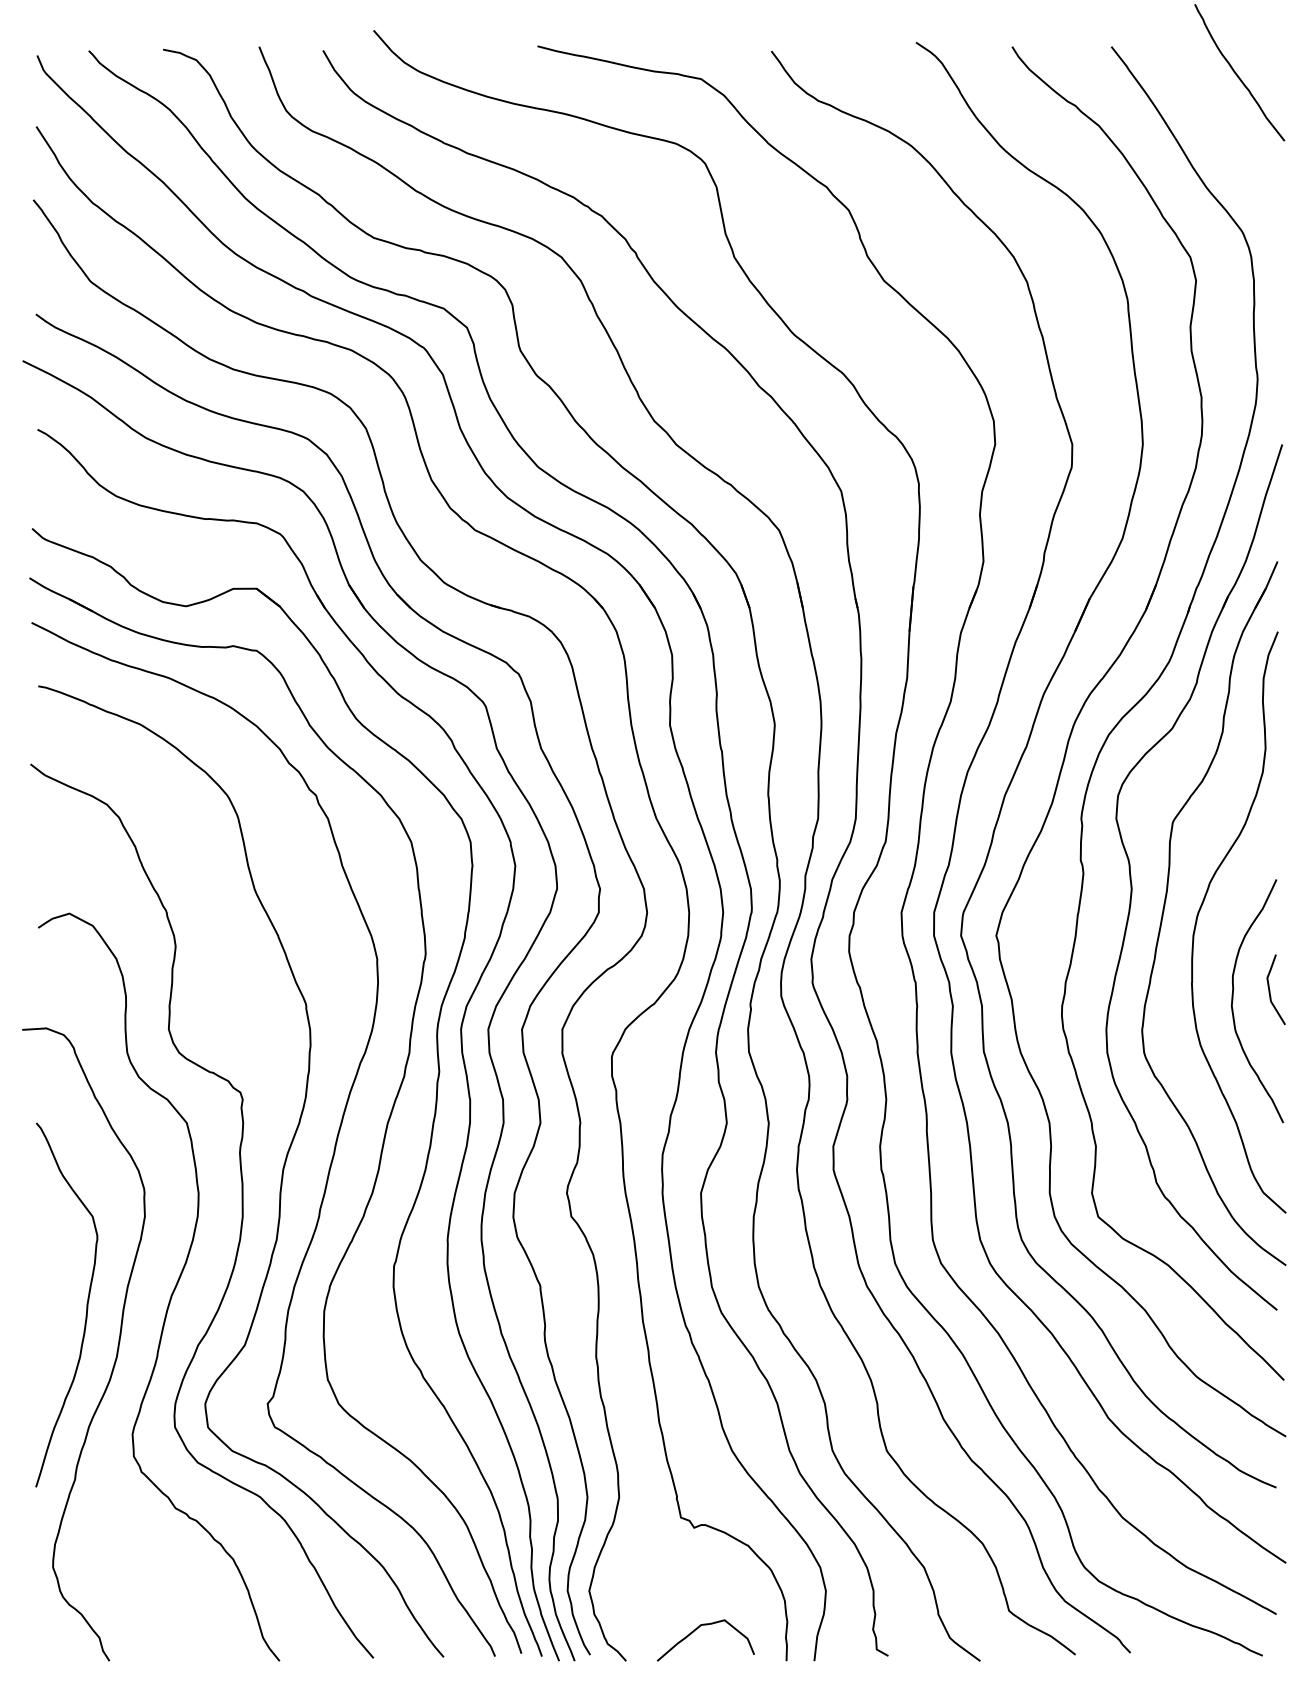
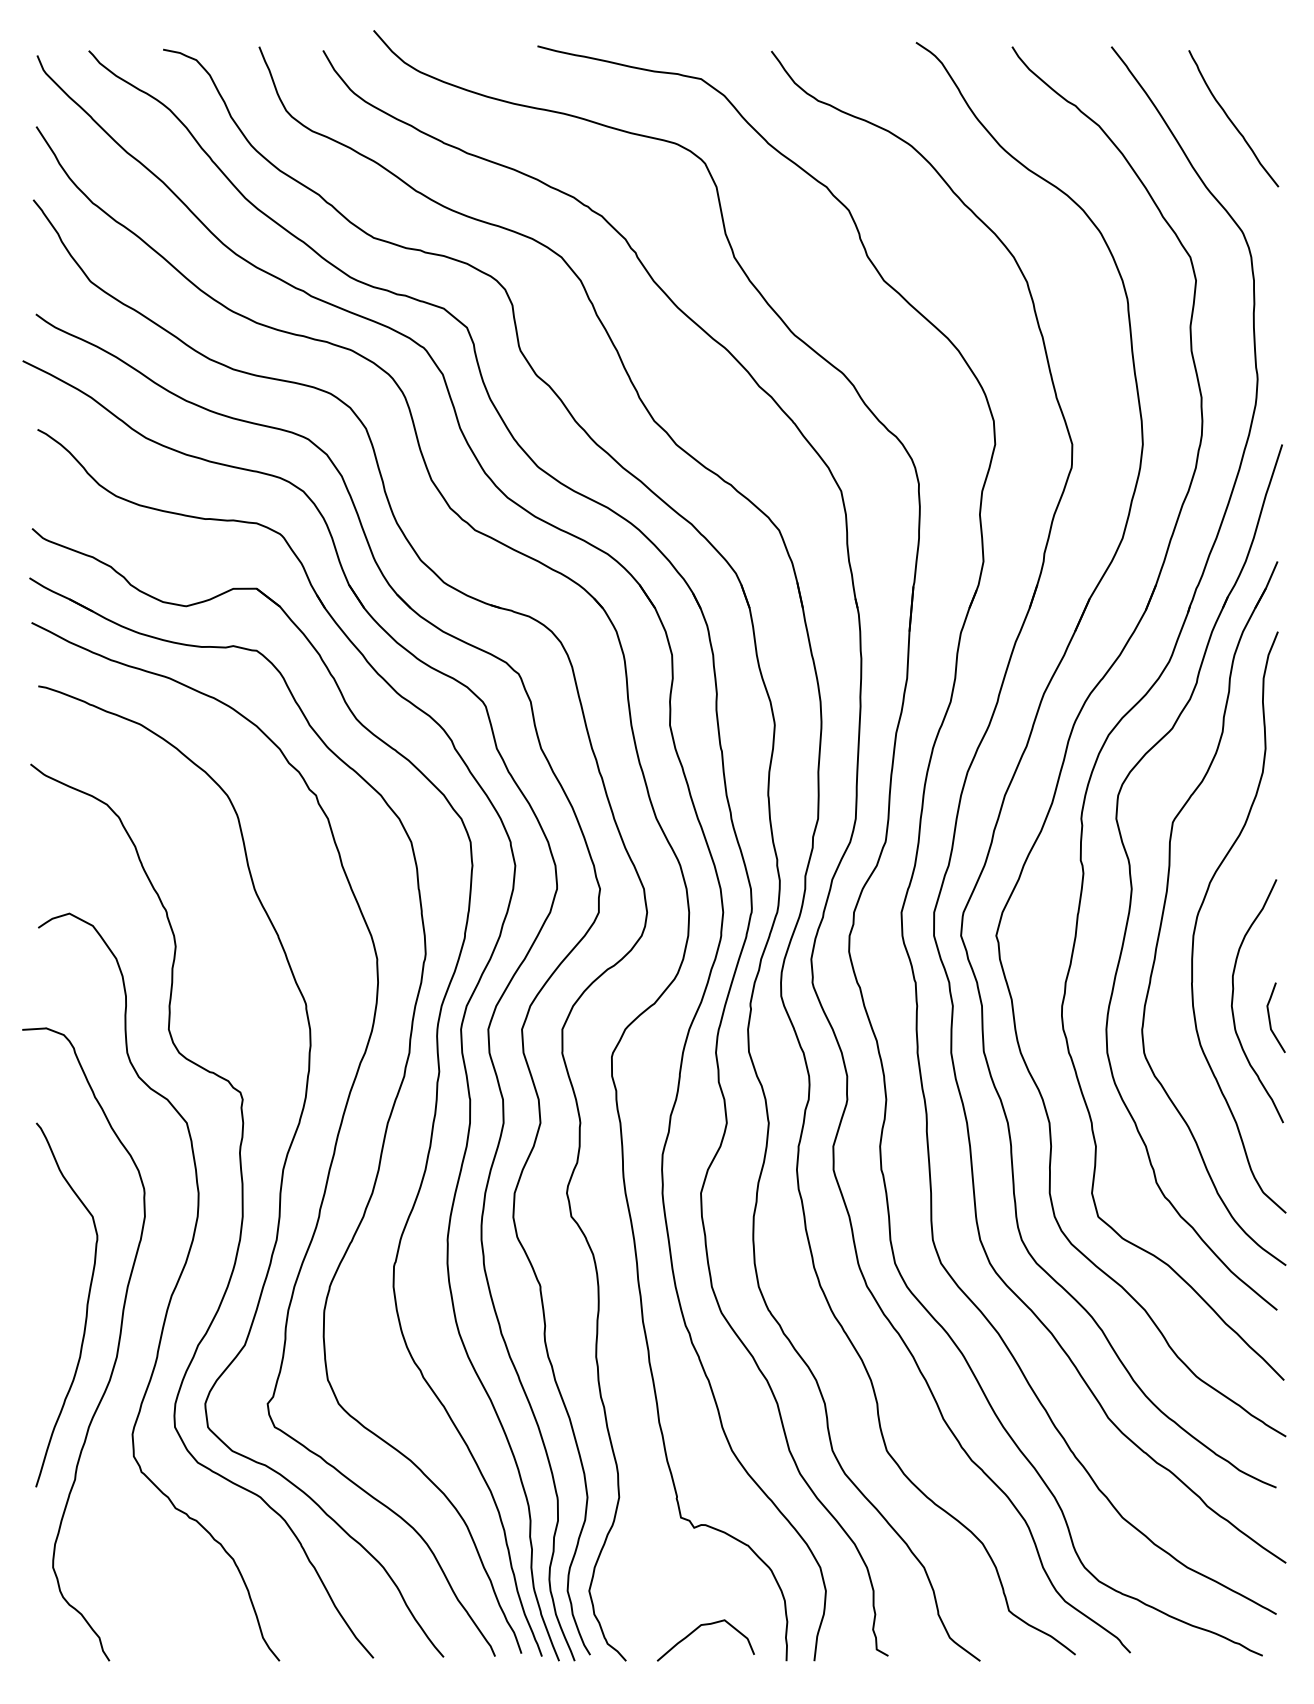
curve at (1237, 74) position: (1237, 74) -> (1231, 120)
line at (1270, 989) position: (1270, 989) -> (1270, 1017)
